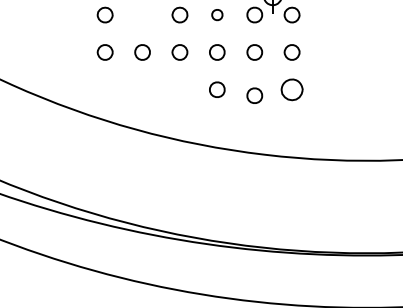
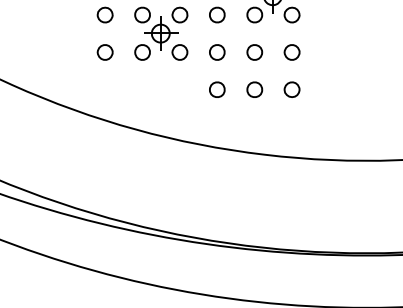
part at (217, 15) size: 13x13 px -> 17x18 px
part at (156, 28): none -> present
part at (291, 89) size: 24x24 px -> 18x17 px
part at (254, 95) position: (254, 95) -> (254, 89)
